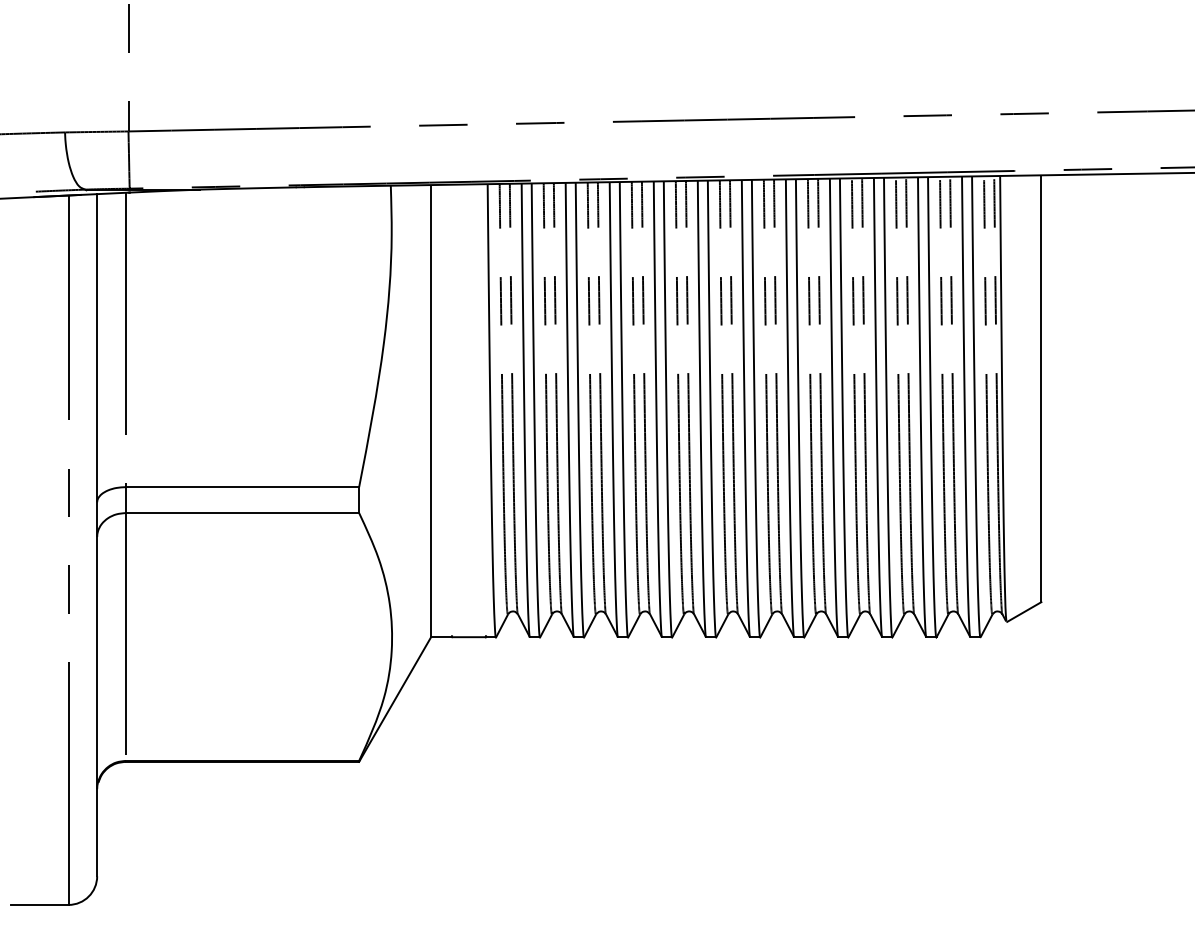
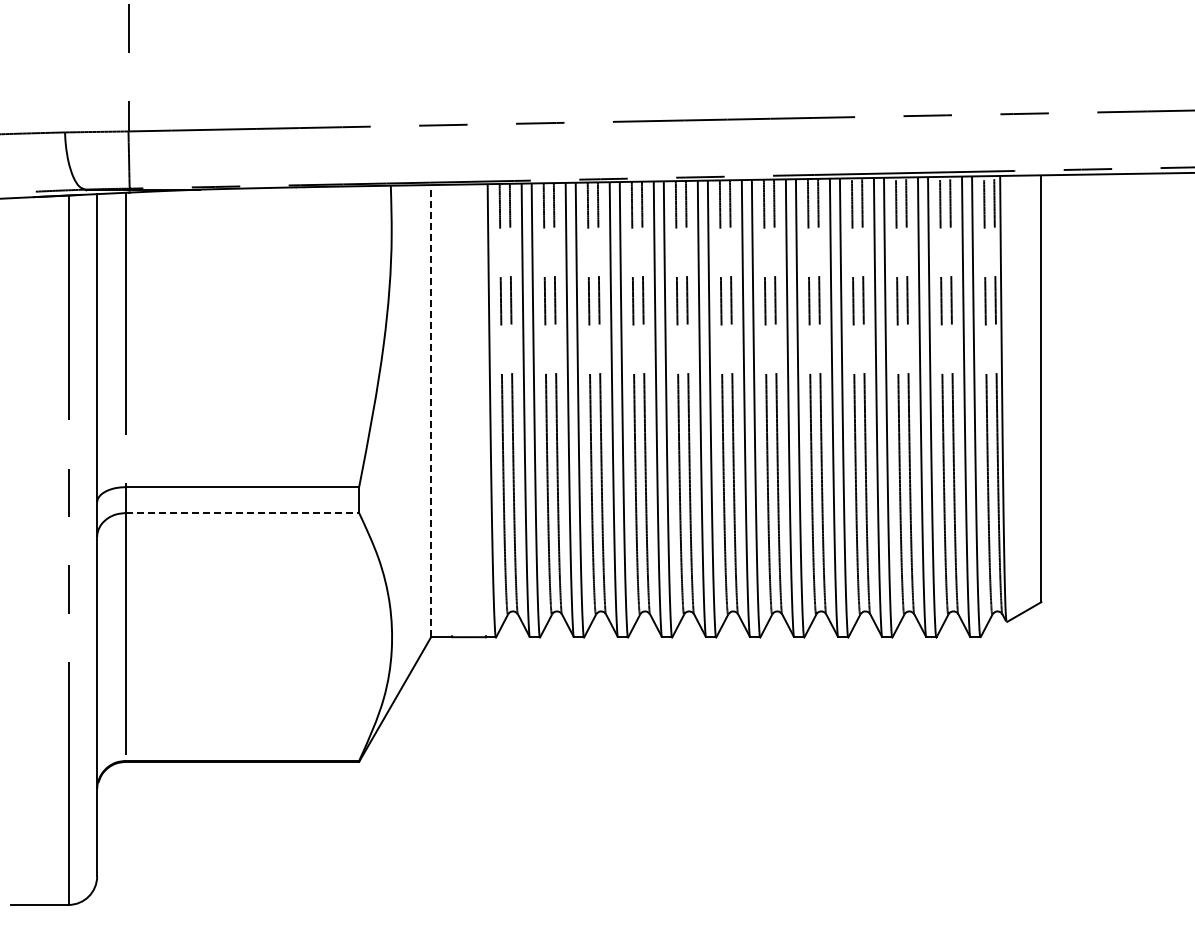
line at (430, 411): solid -> dashed
line at (242, 513): solid -> dashed
